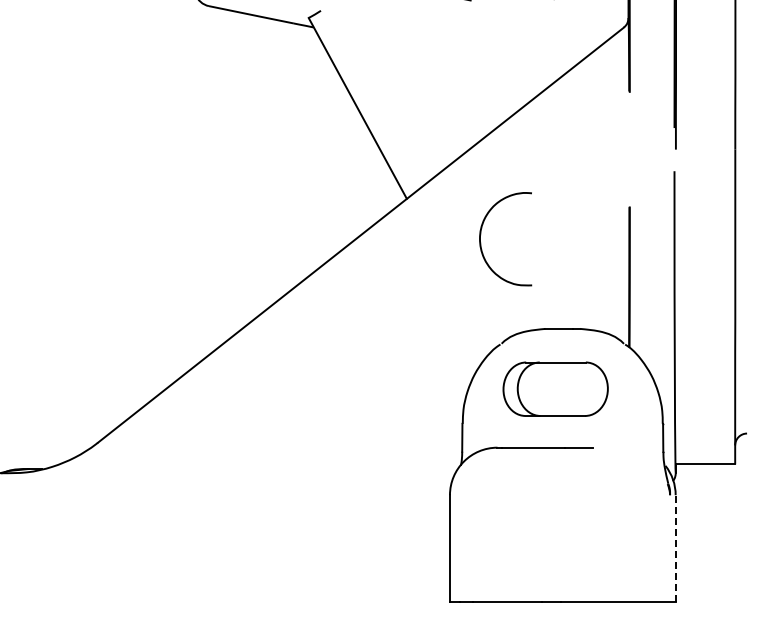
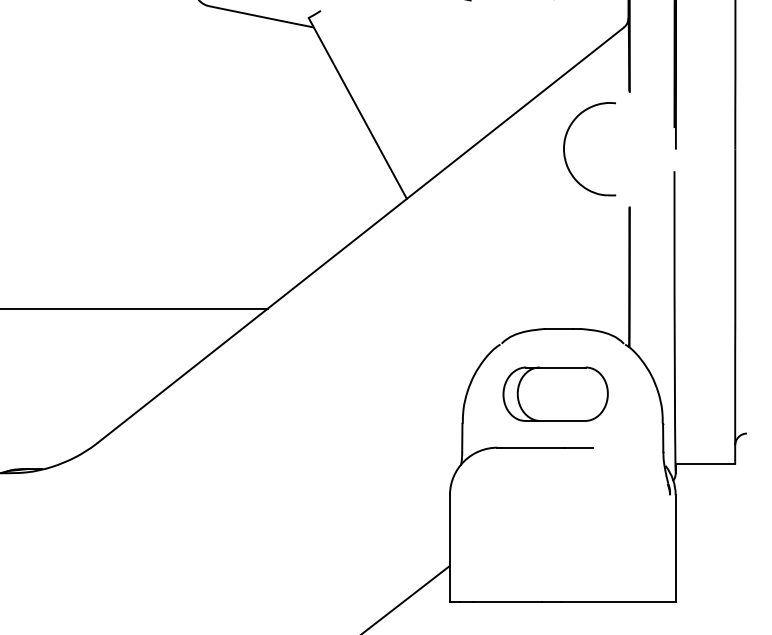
curve at (481, 242) position: (481, 242) -> (565, 152)
line at (134, 309): none -> present
part at (555, 388) position: (555, 388) -> (555, 393)
line at (675, 548): dashed -> solid
line at (407, 598): none -> present
